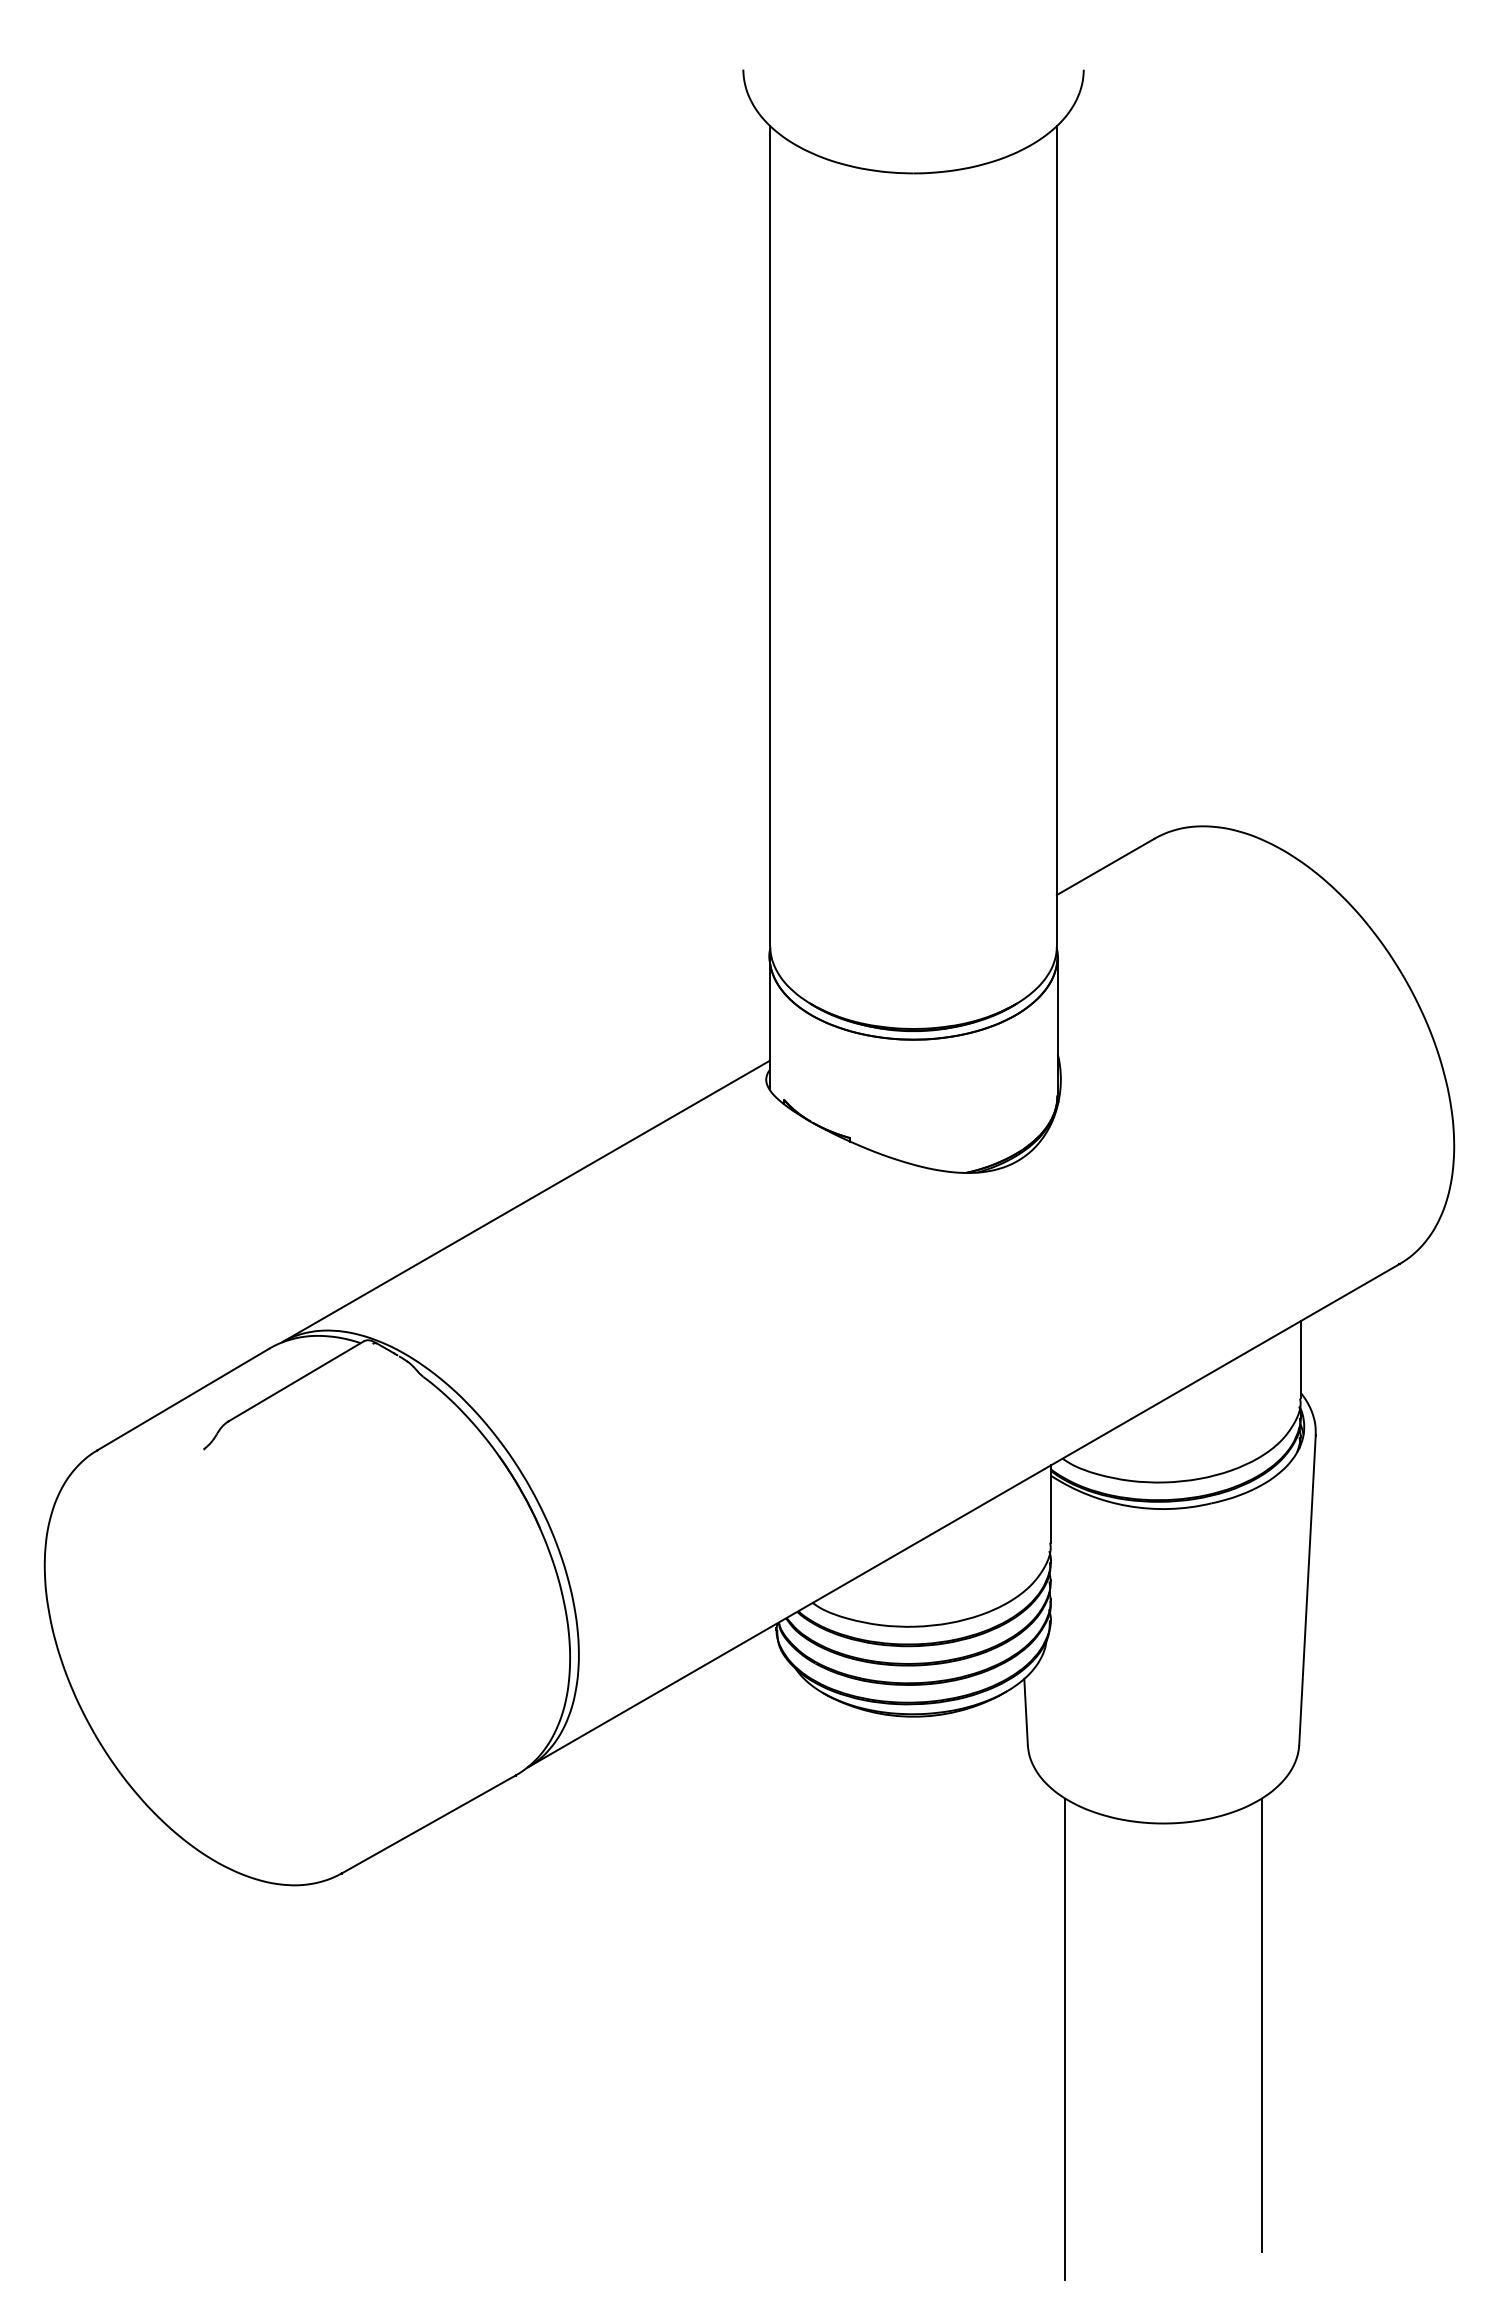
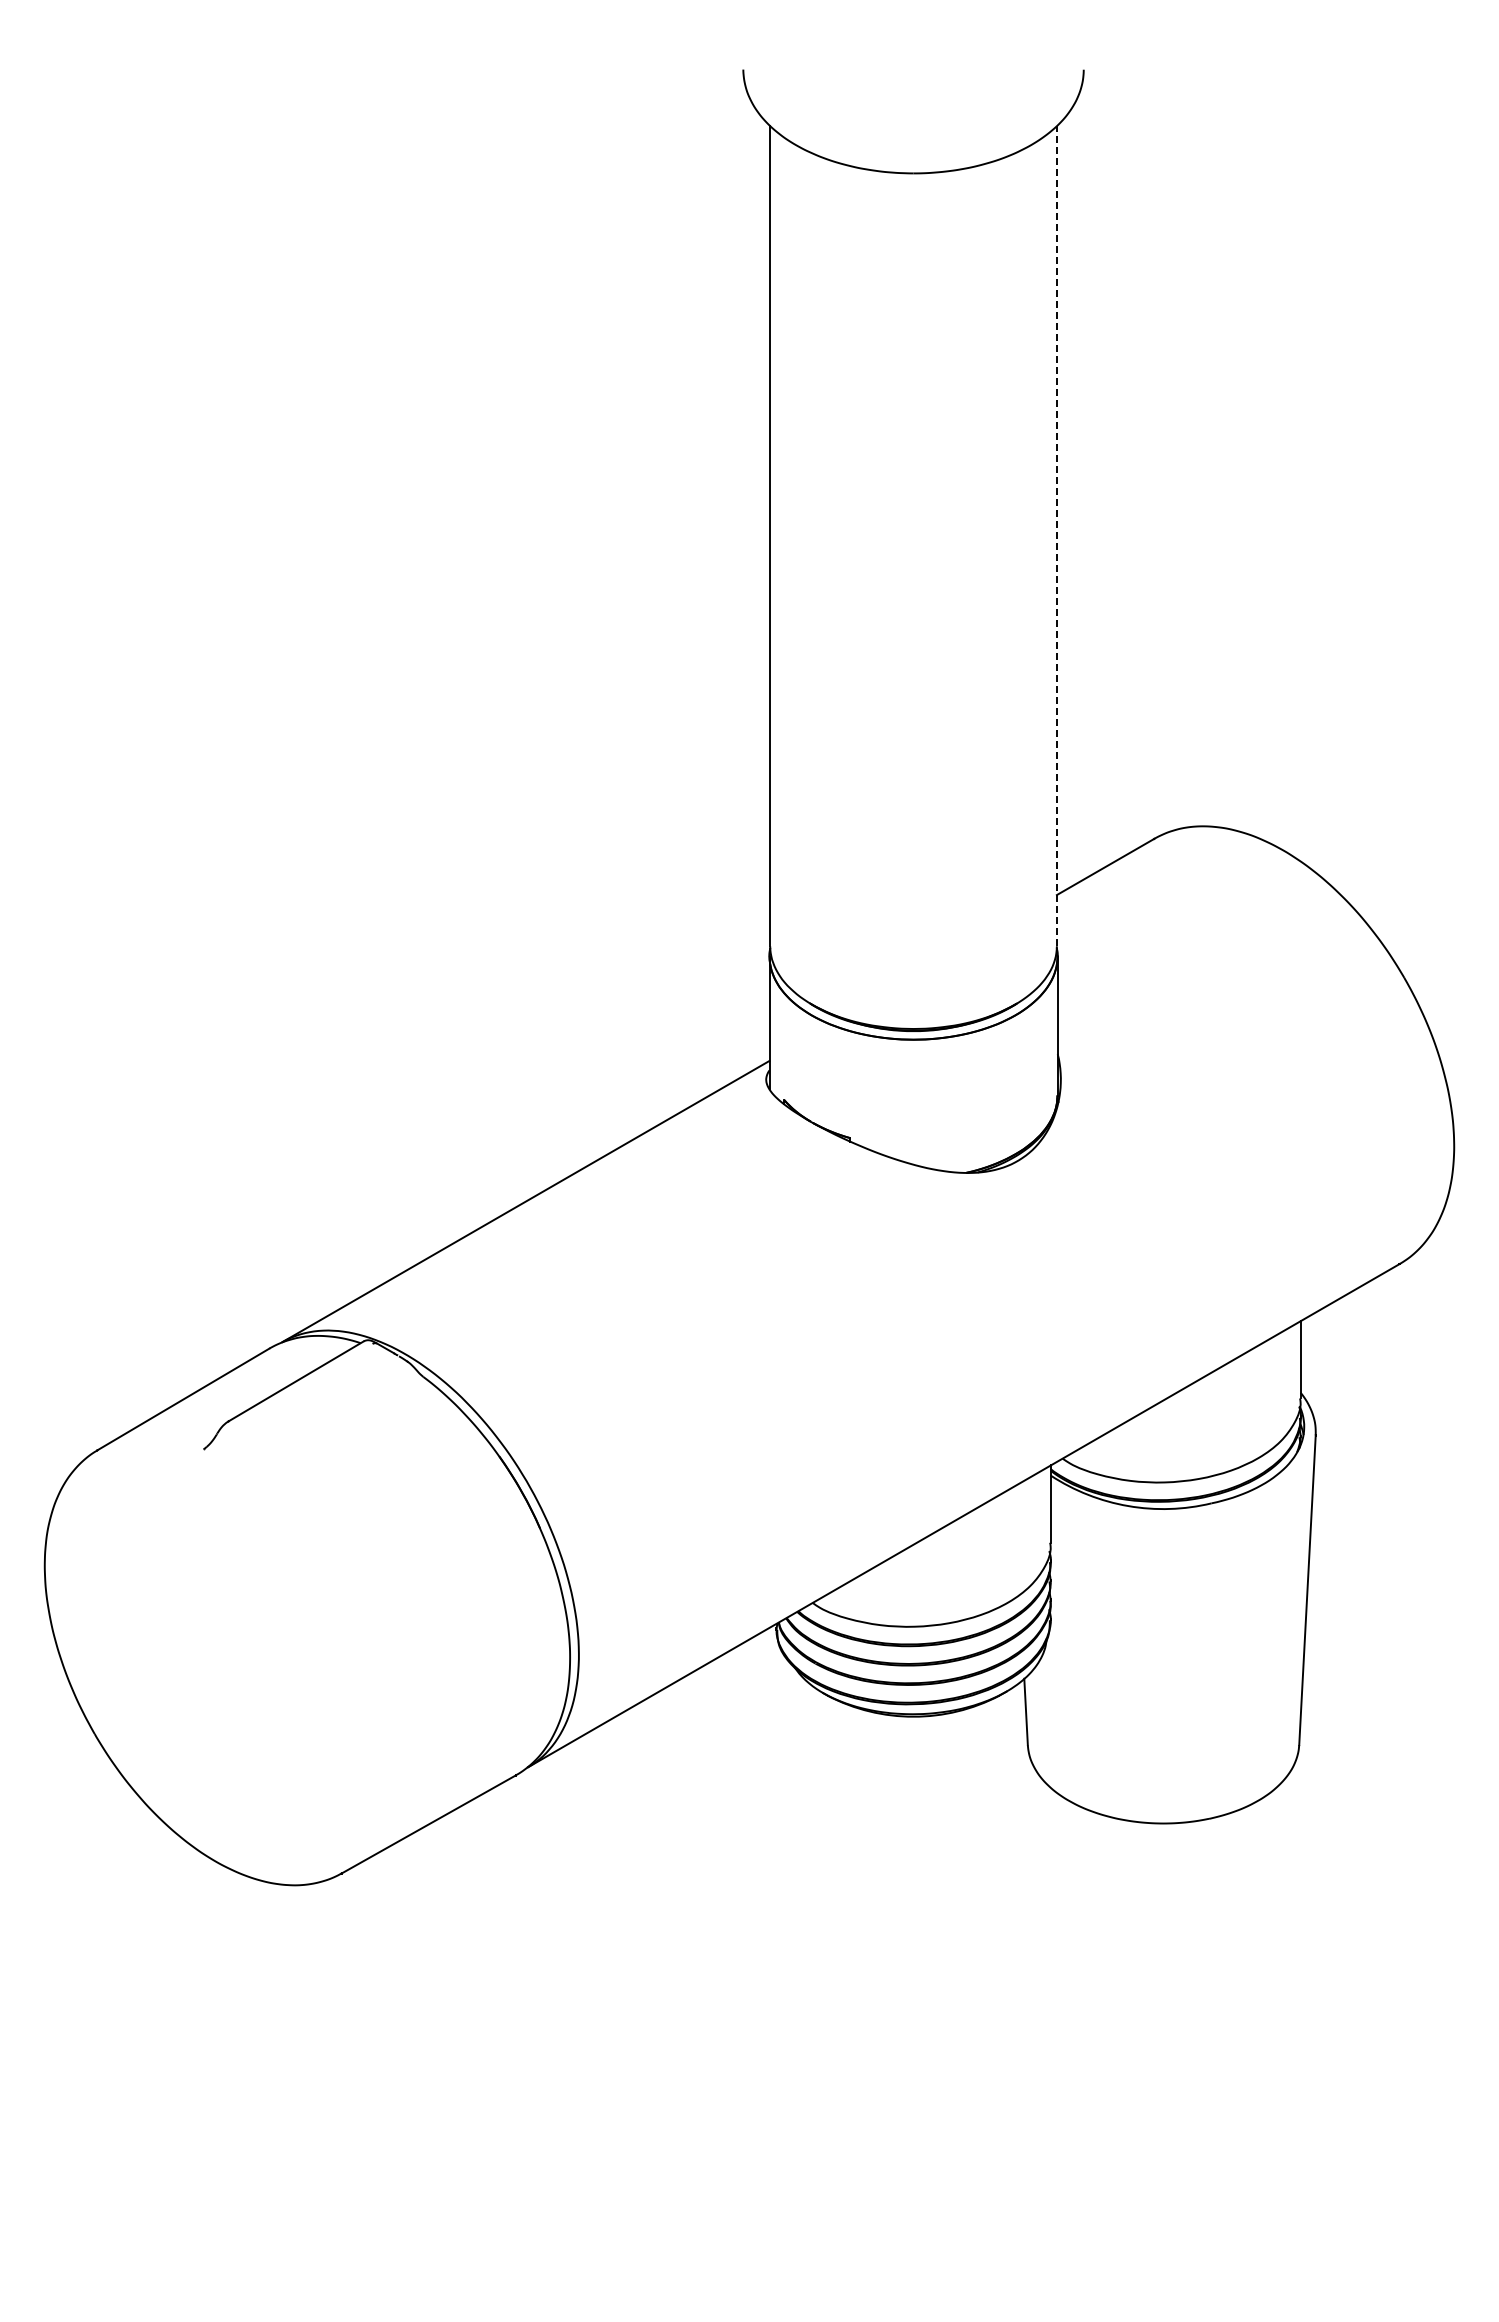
line at (1056, 535): solid -> dashed
line at (1261, 2025): present -> none
line at (1065, 2038): present -> none
